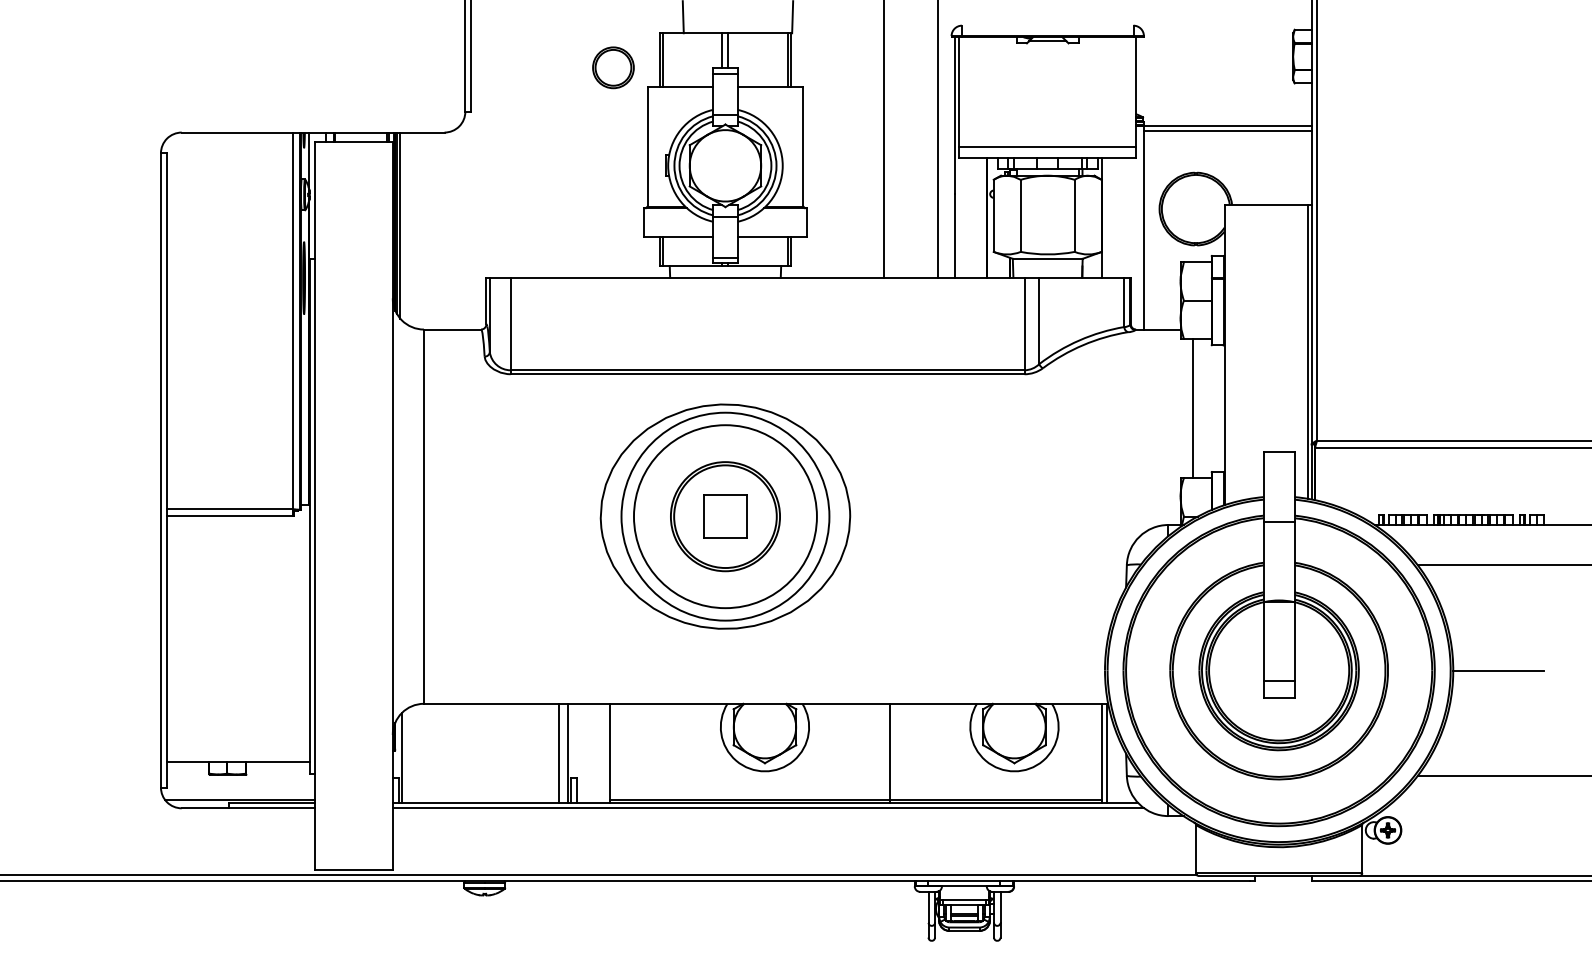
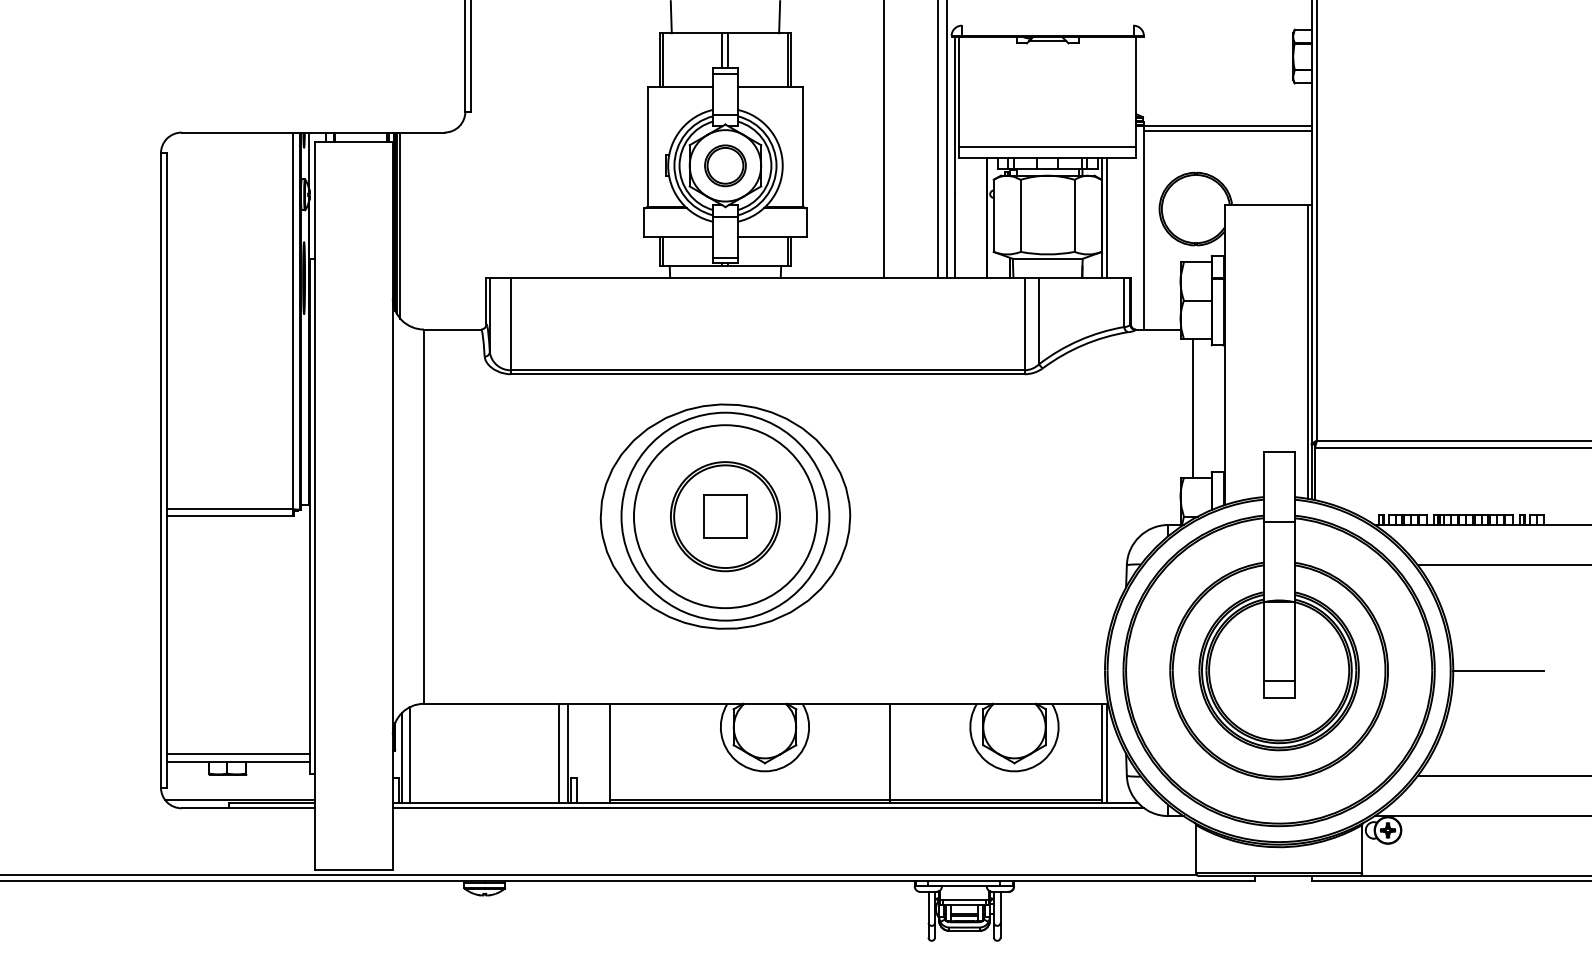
line at (682, 17) position: (682, 17) -> (670, 17)
line at (792, 17) position: (792, 17) -> (779, 17)
part at (613, 67) position: (613, 67) -> (725, 165)
line at (946, 139): none -> present
line at (1107, 217): none -> present
line at (237, 753): none -> present
line at (410, 754): none -> present
line at (1481, 816): none -> present
